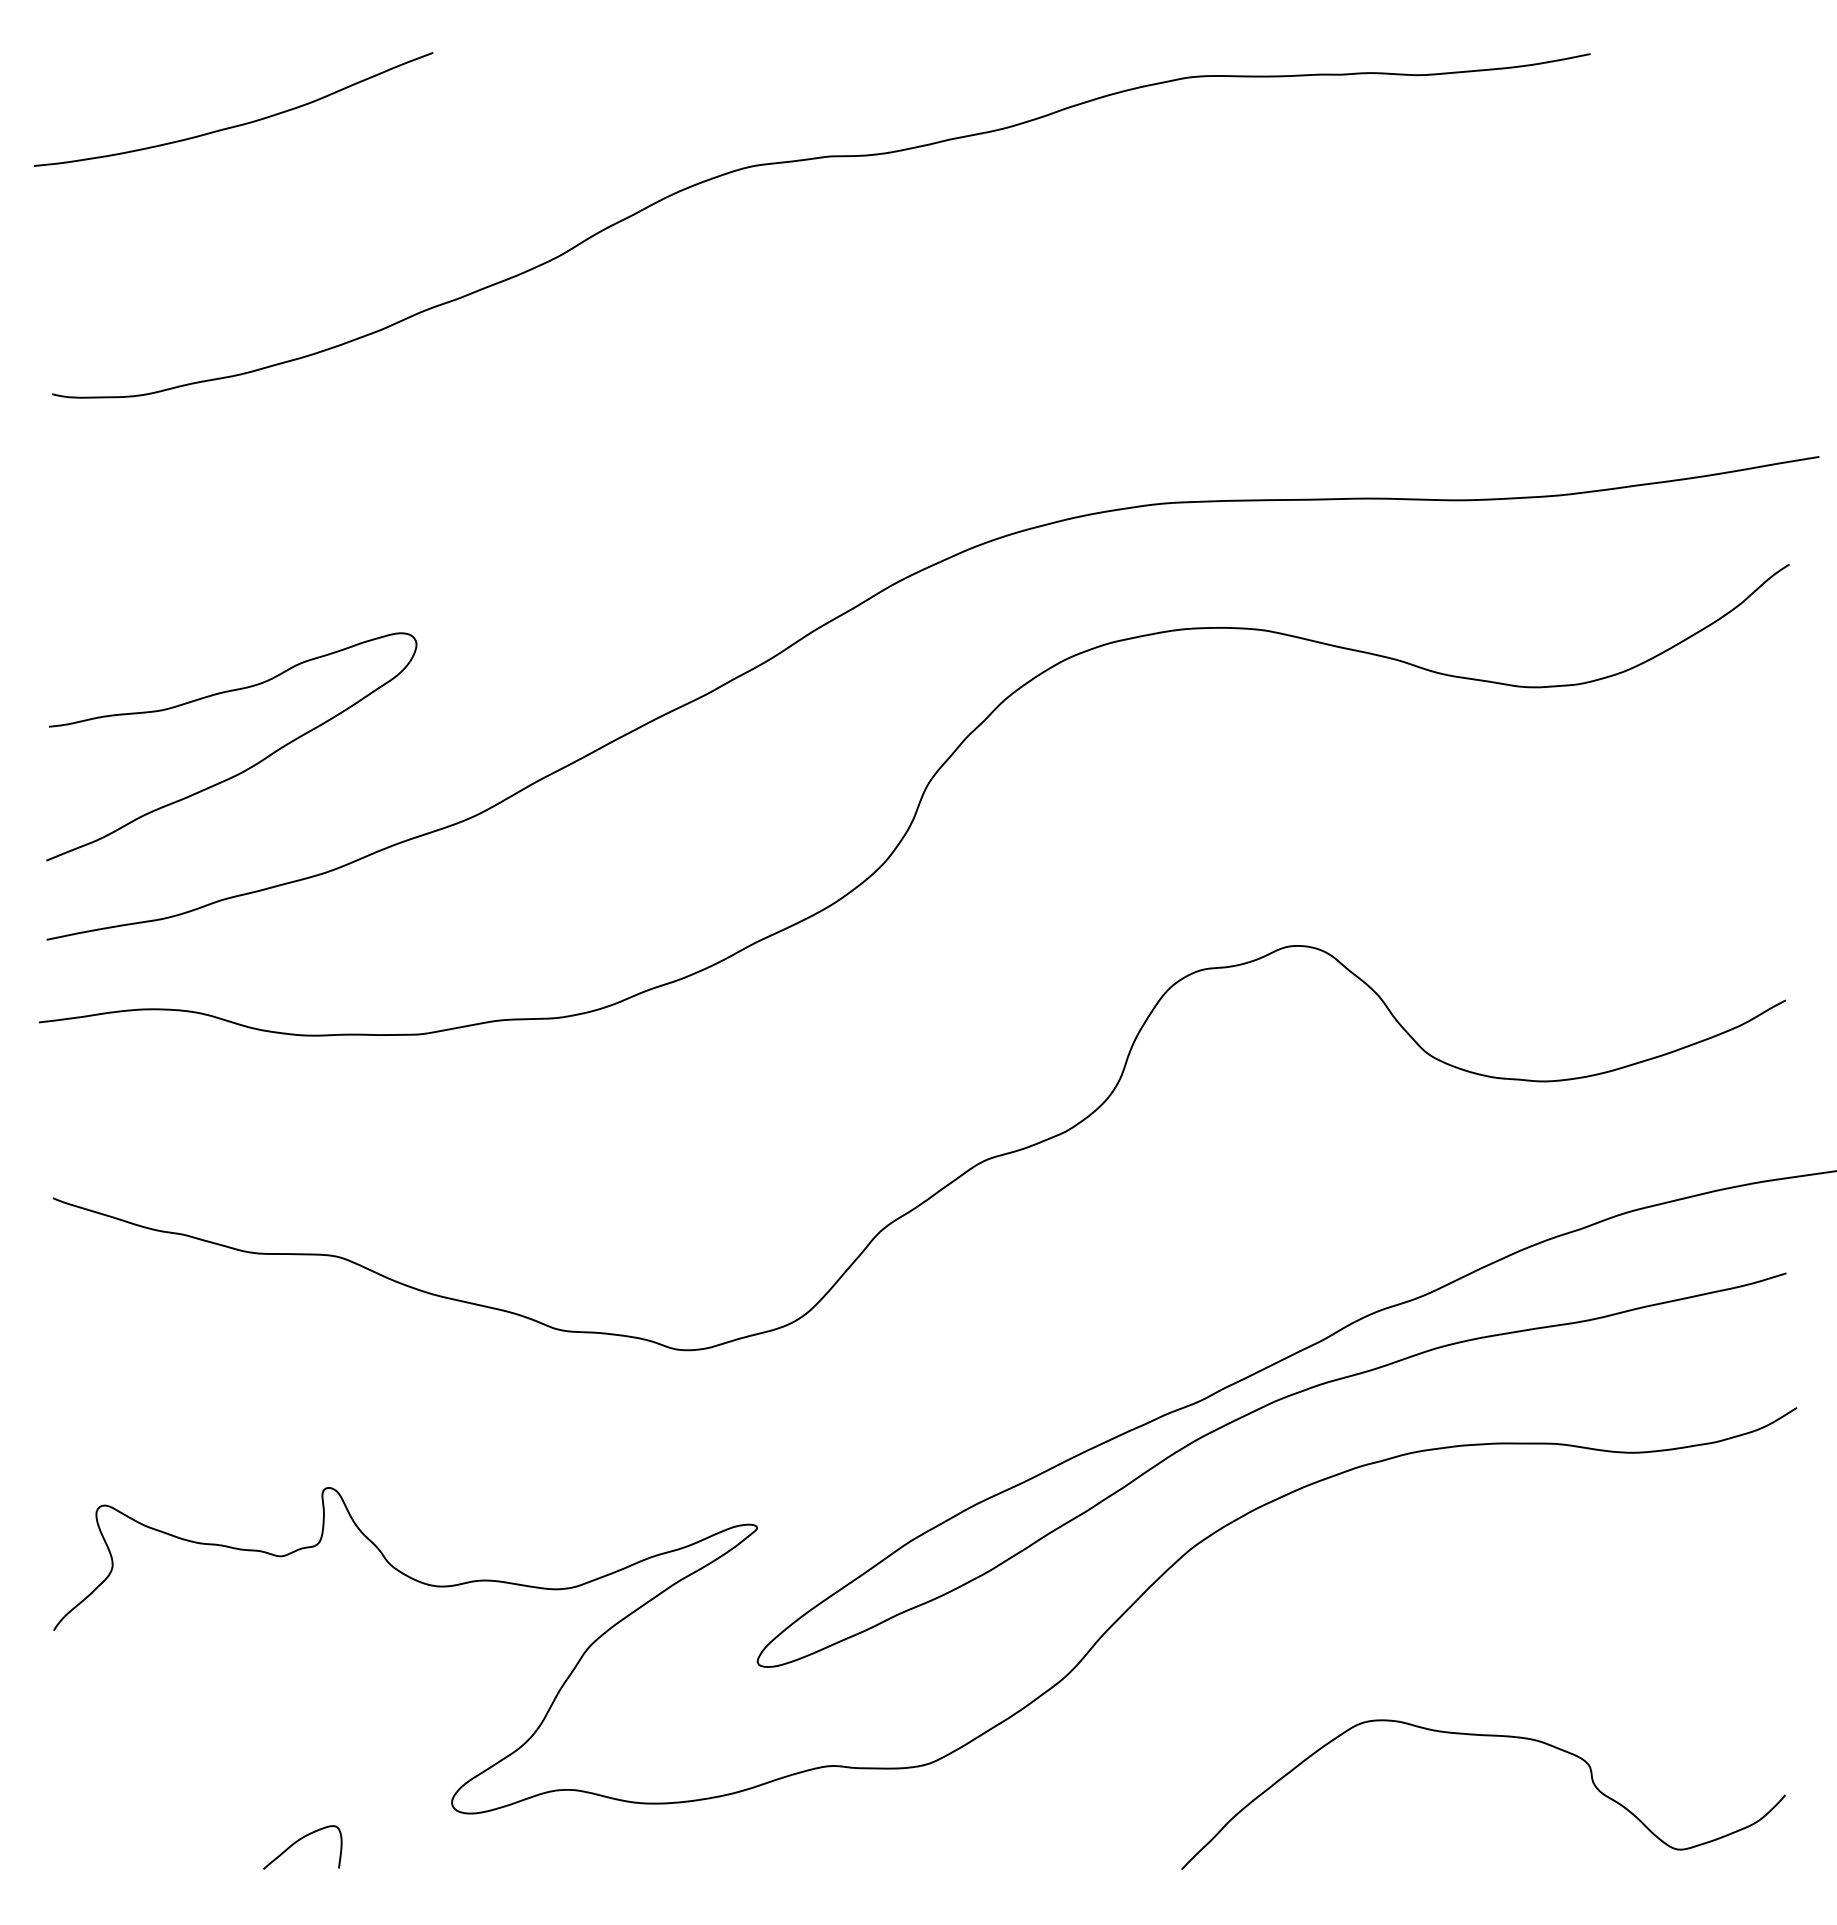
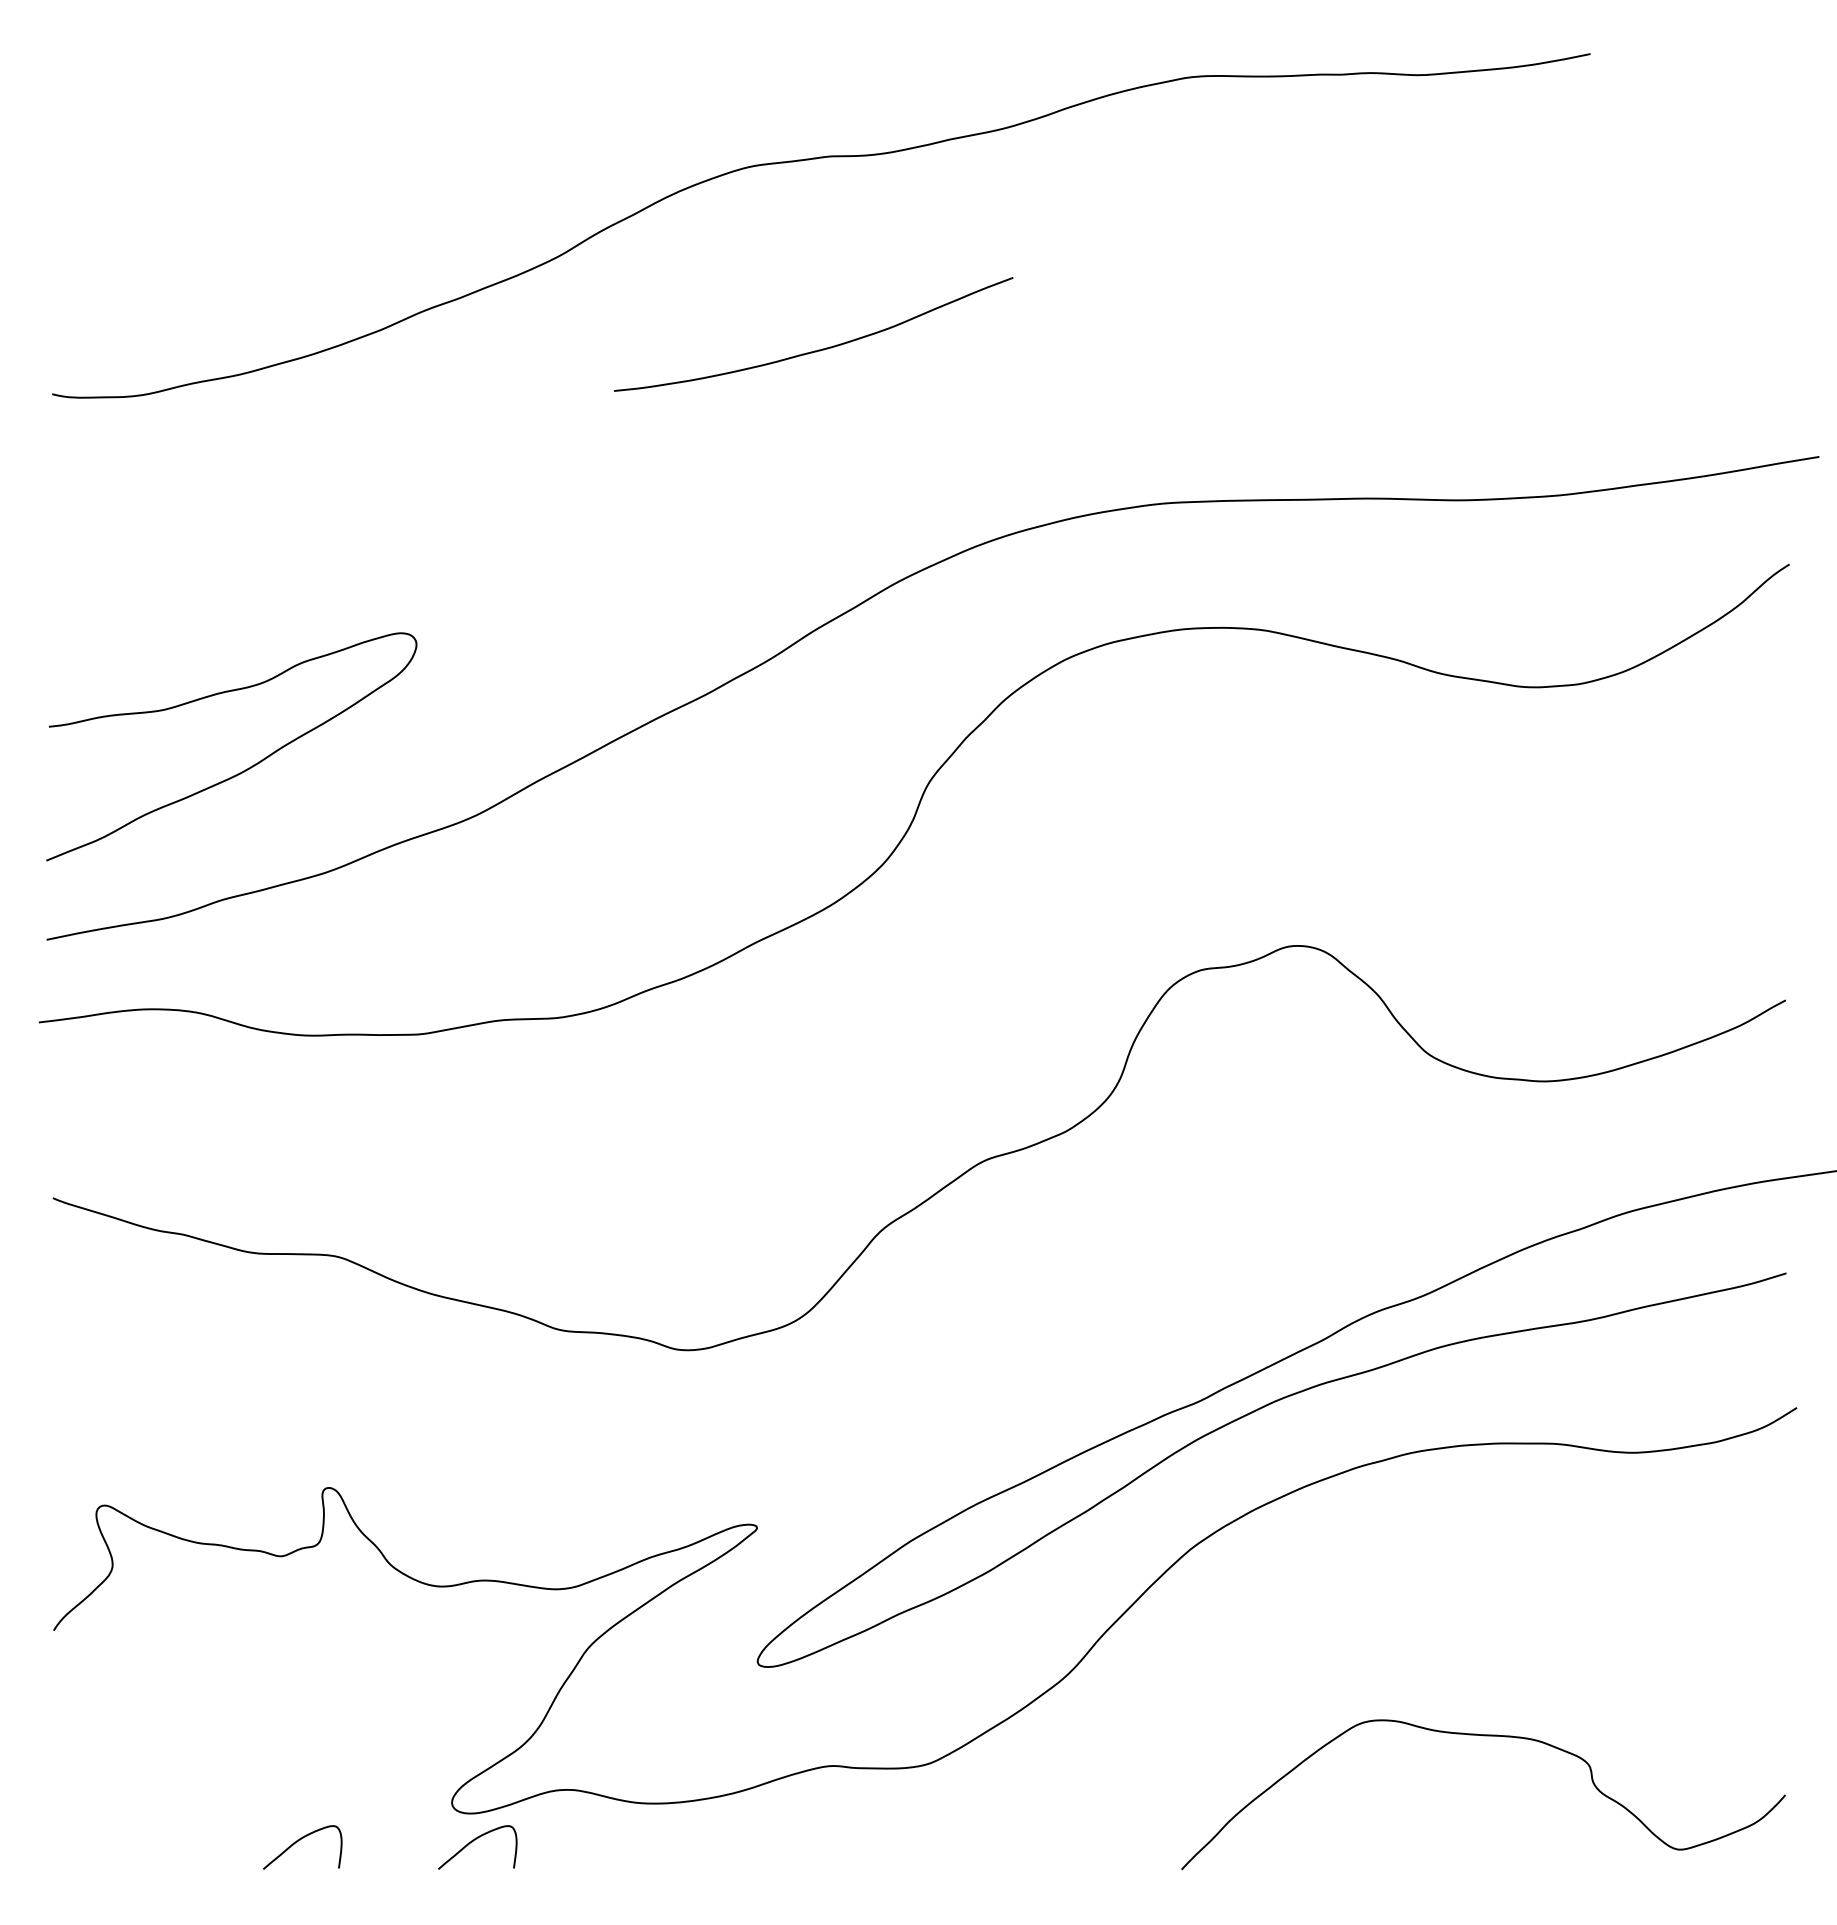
curve at (238, 124) position: (238, 124) -> (818, 349)
curve at (472, 1842): none -> present
